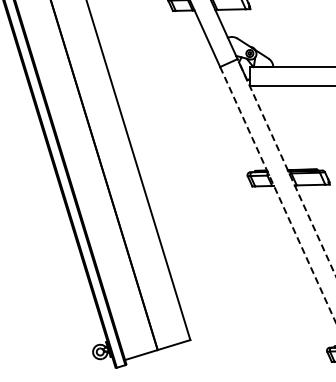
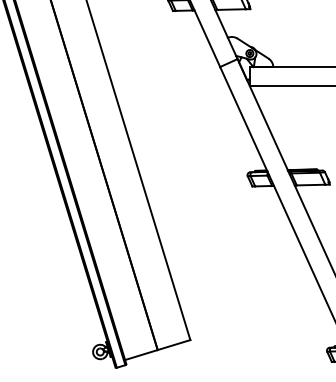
line at (286, 167): dashed -> solid
line at (277, 194): dashed -> solid
